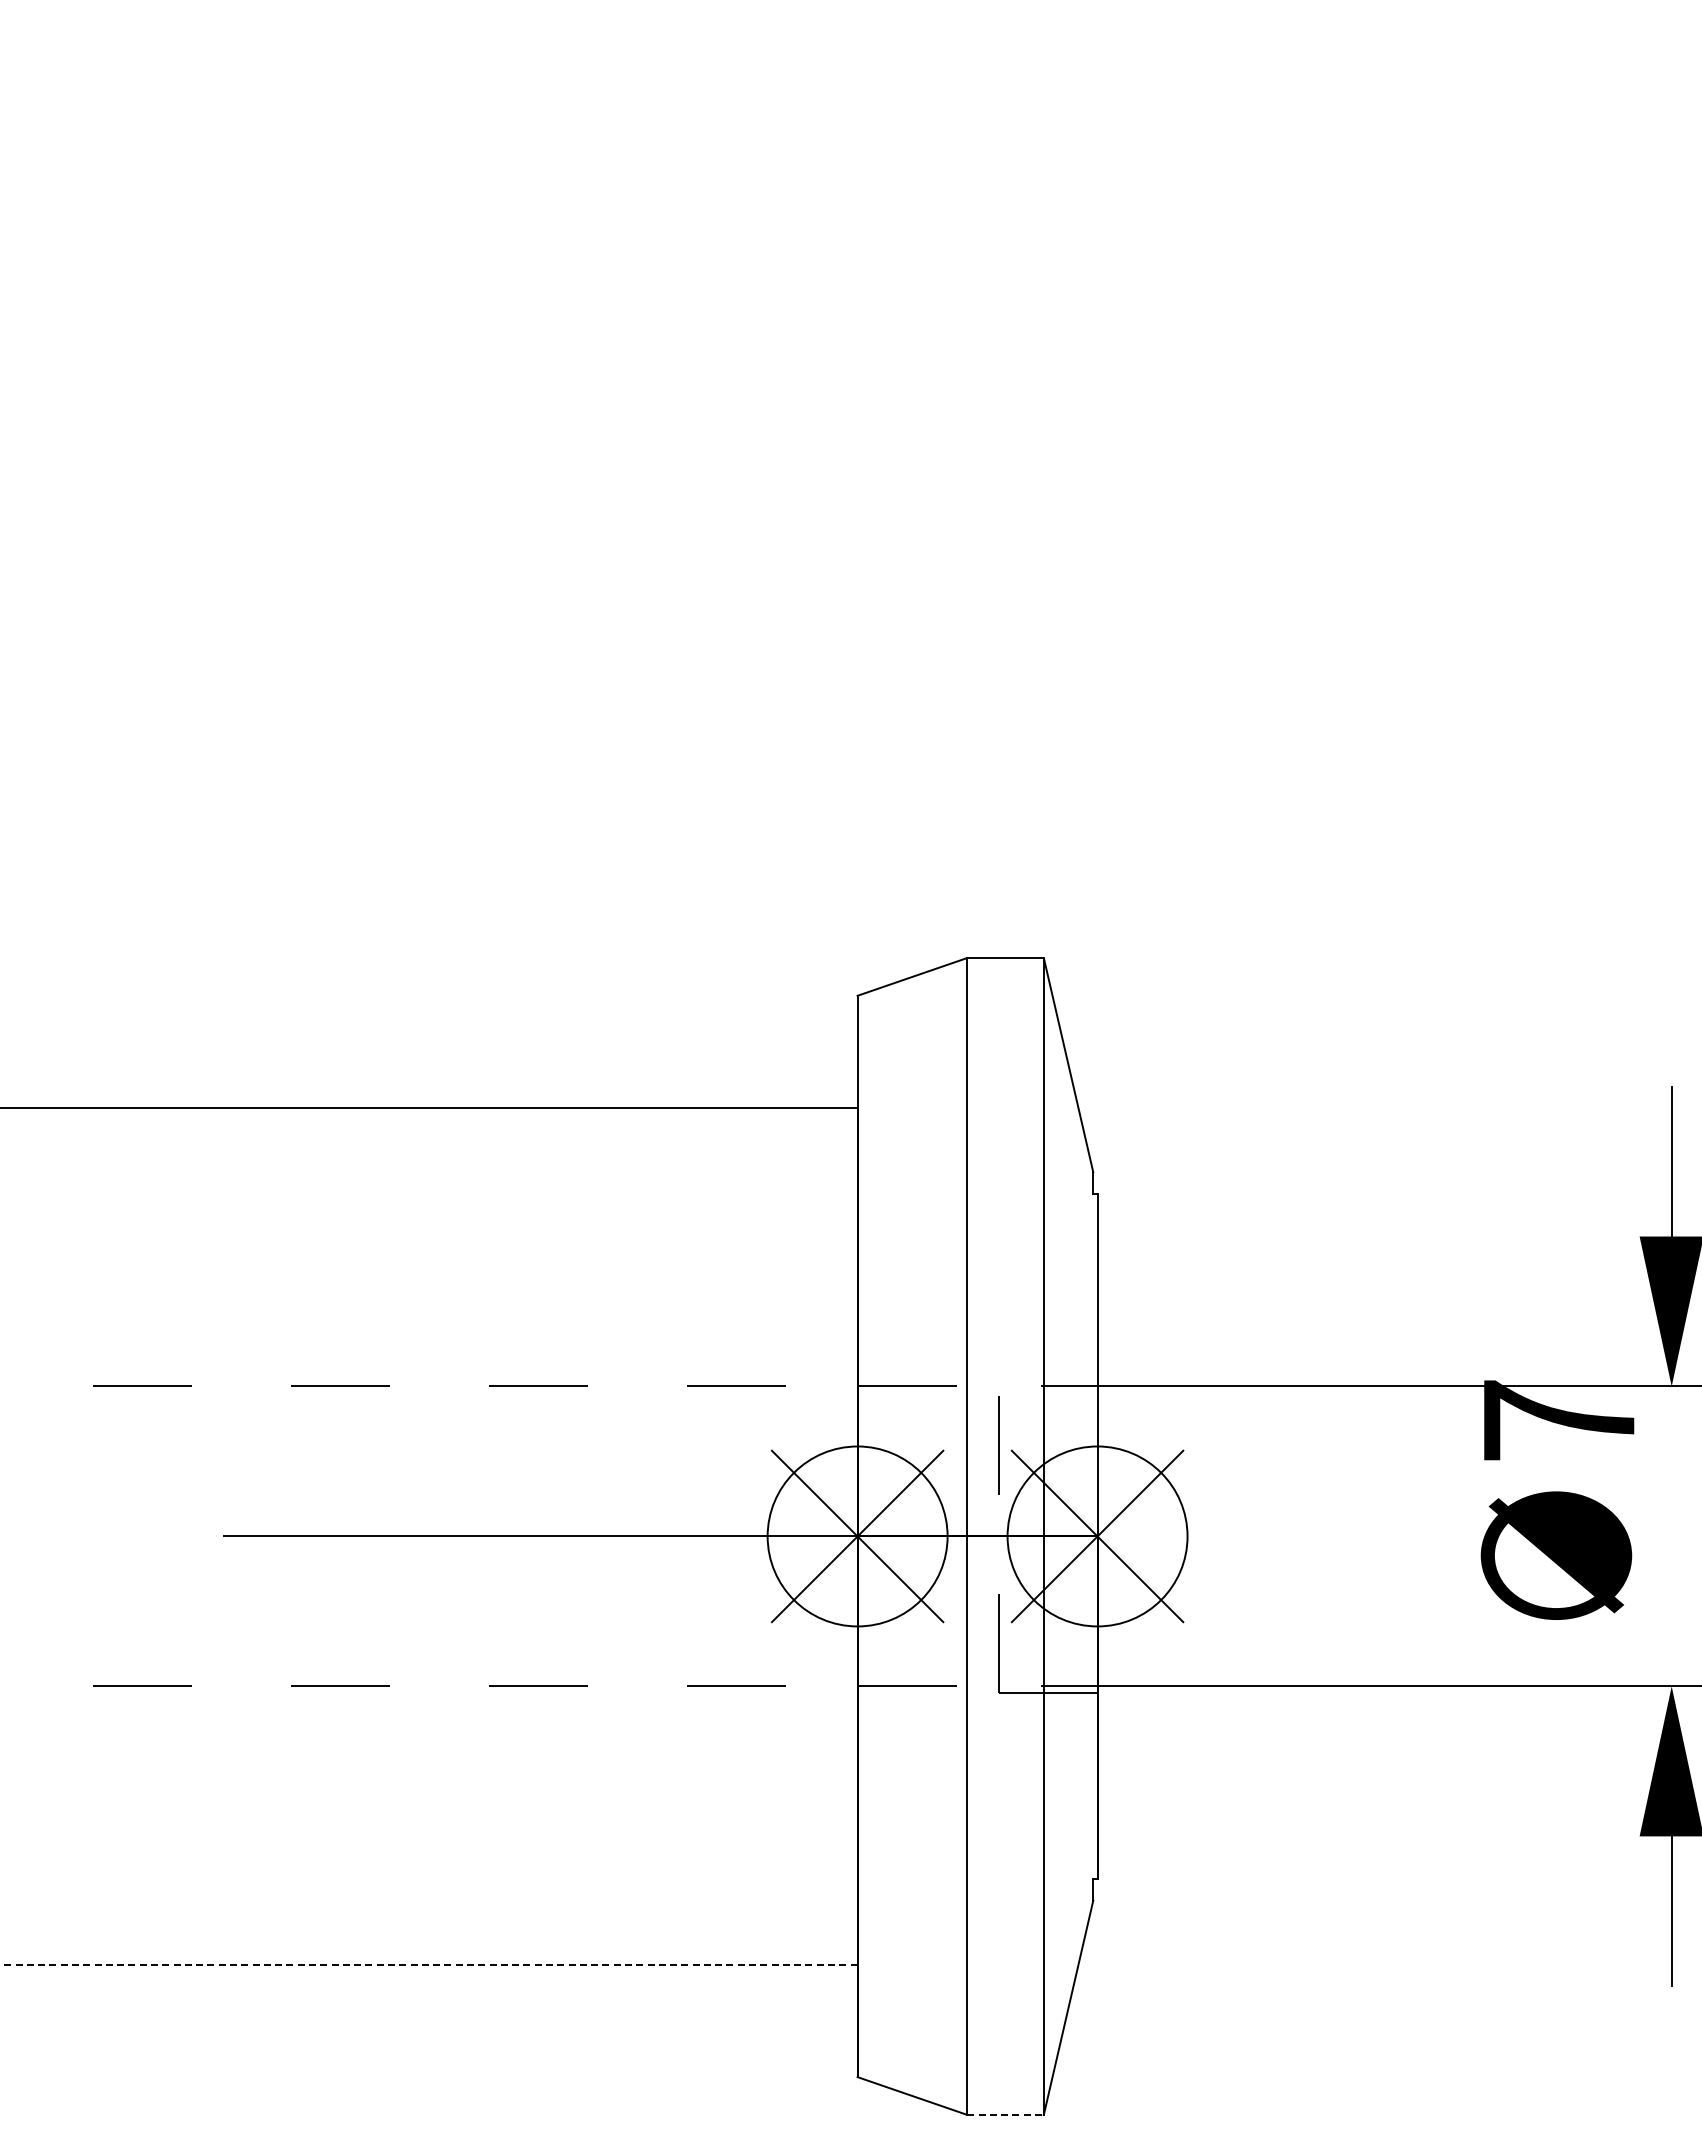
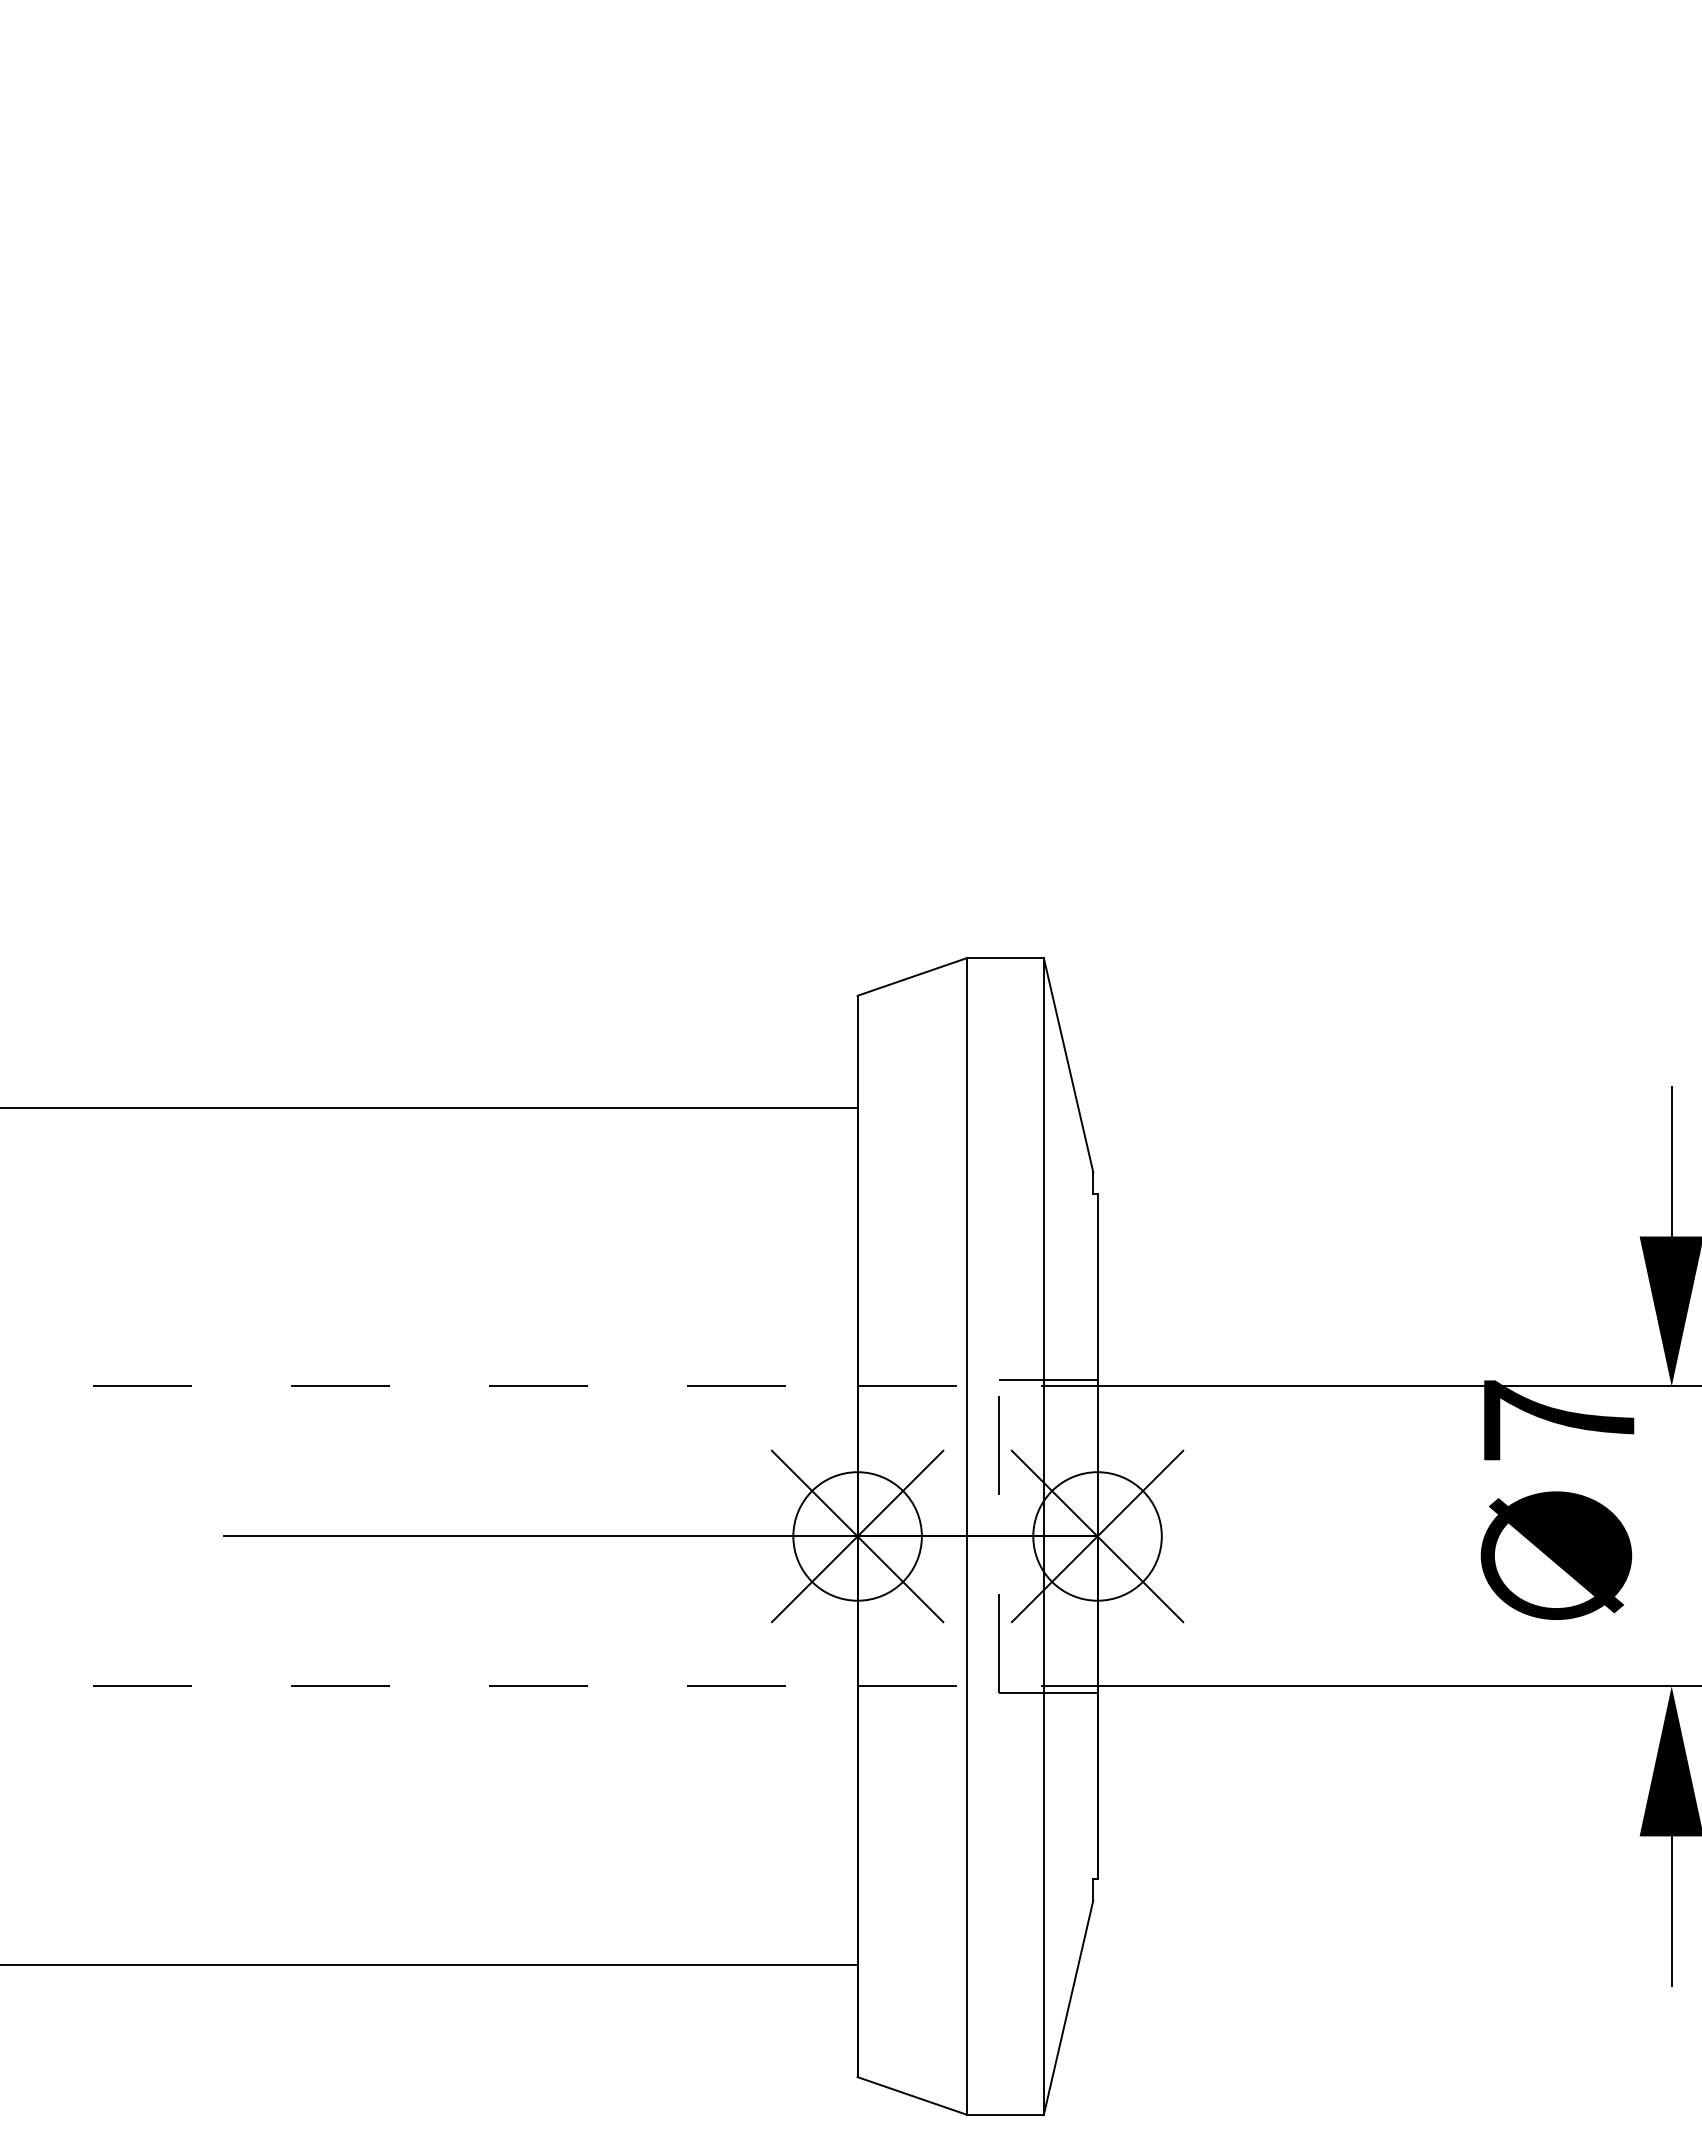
line at (1048, 1380): none -> present
circle at (857, 1536) diameter: 180 px -> 129 px
circle at (1097, 1536) diameter: 180 px -> 129 px
line at (428, 1964): dashed -> solid
line at (1006, 2114): dashed -> solid
